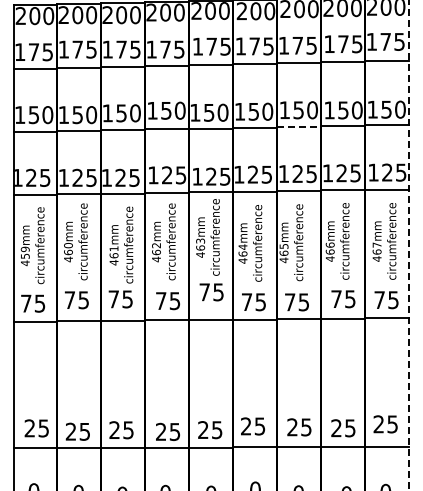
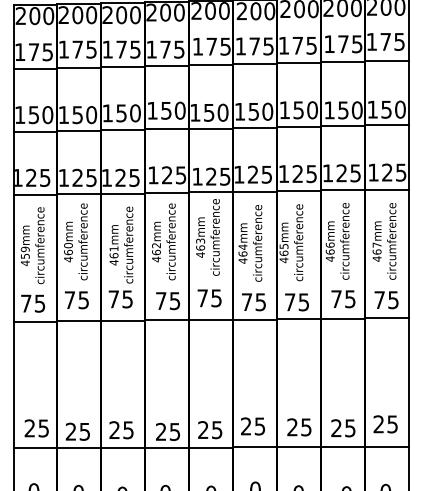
line at (299, 126): dashed -> solid
line at (409, 245): dashed -> solid
text at (211, 292) position: (211, 292) -> (209, 298)
